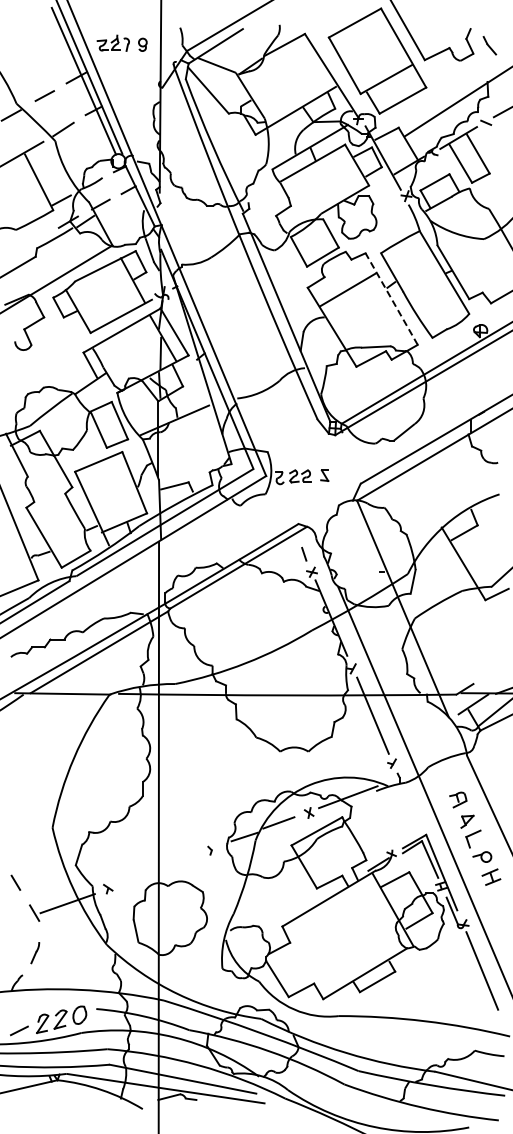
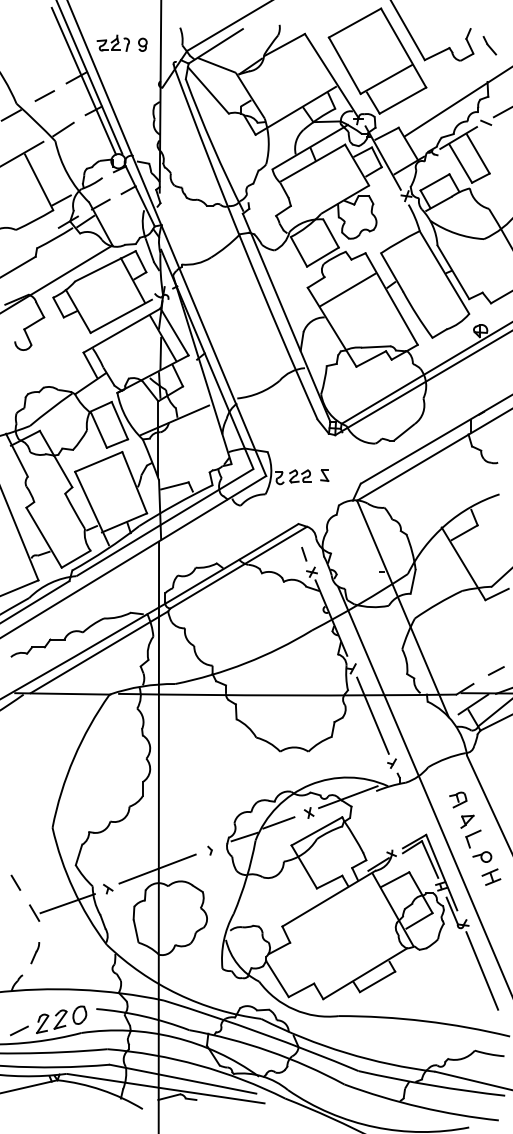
line at (391, 299): dashed -> solid
line at (496, 670): none -> present
line at (157, 868): none -> present
